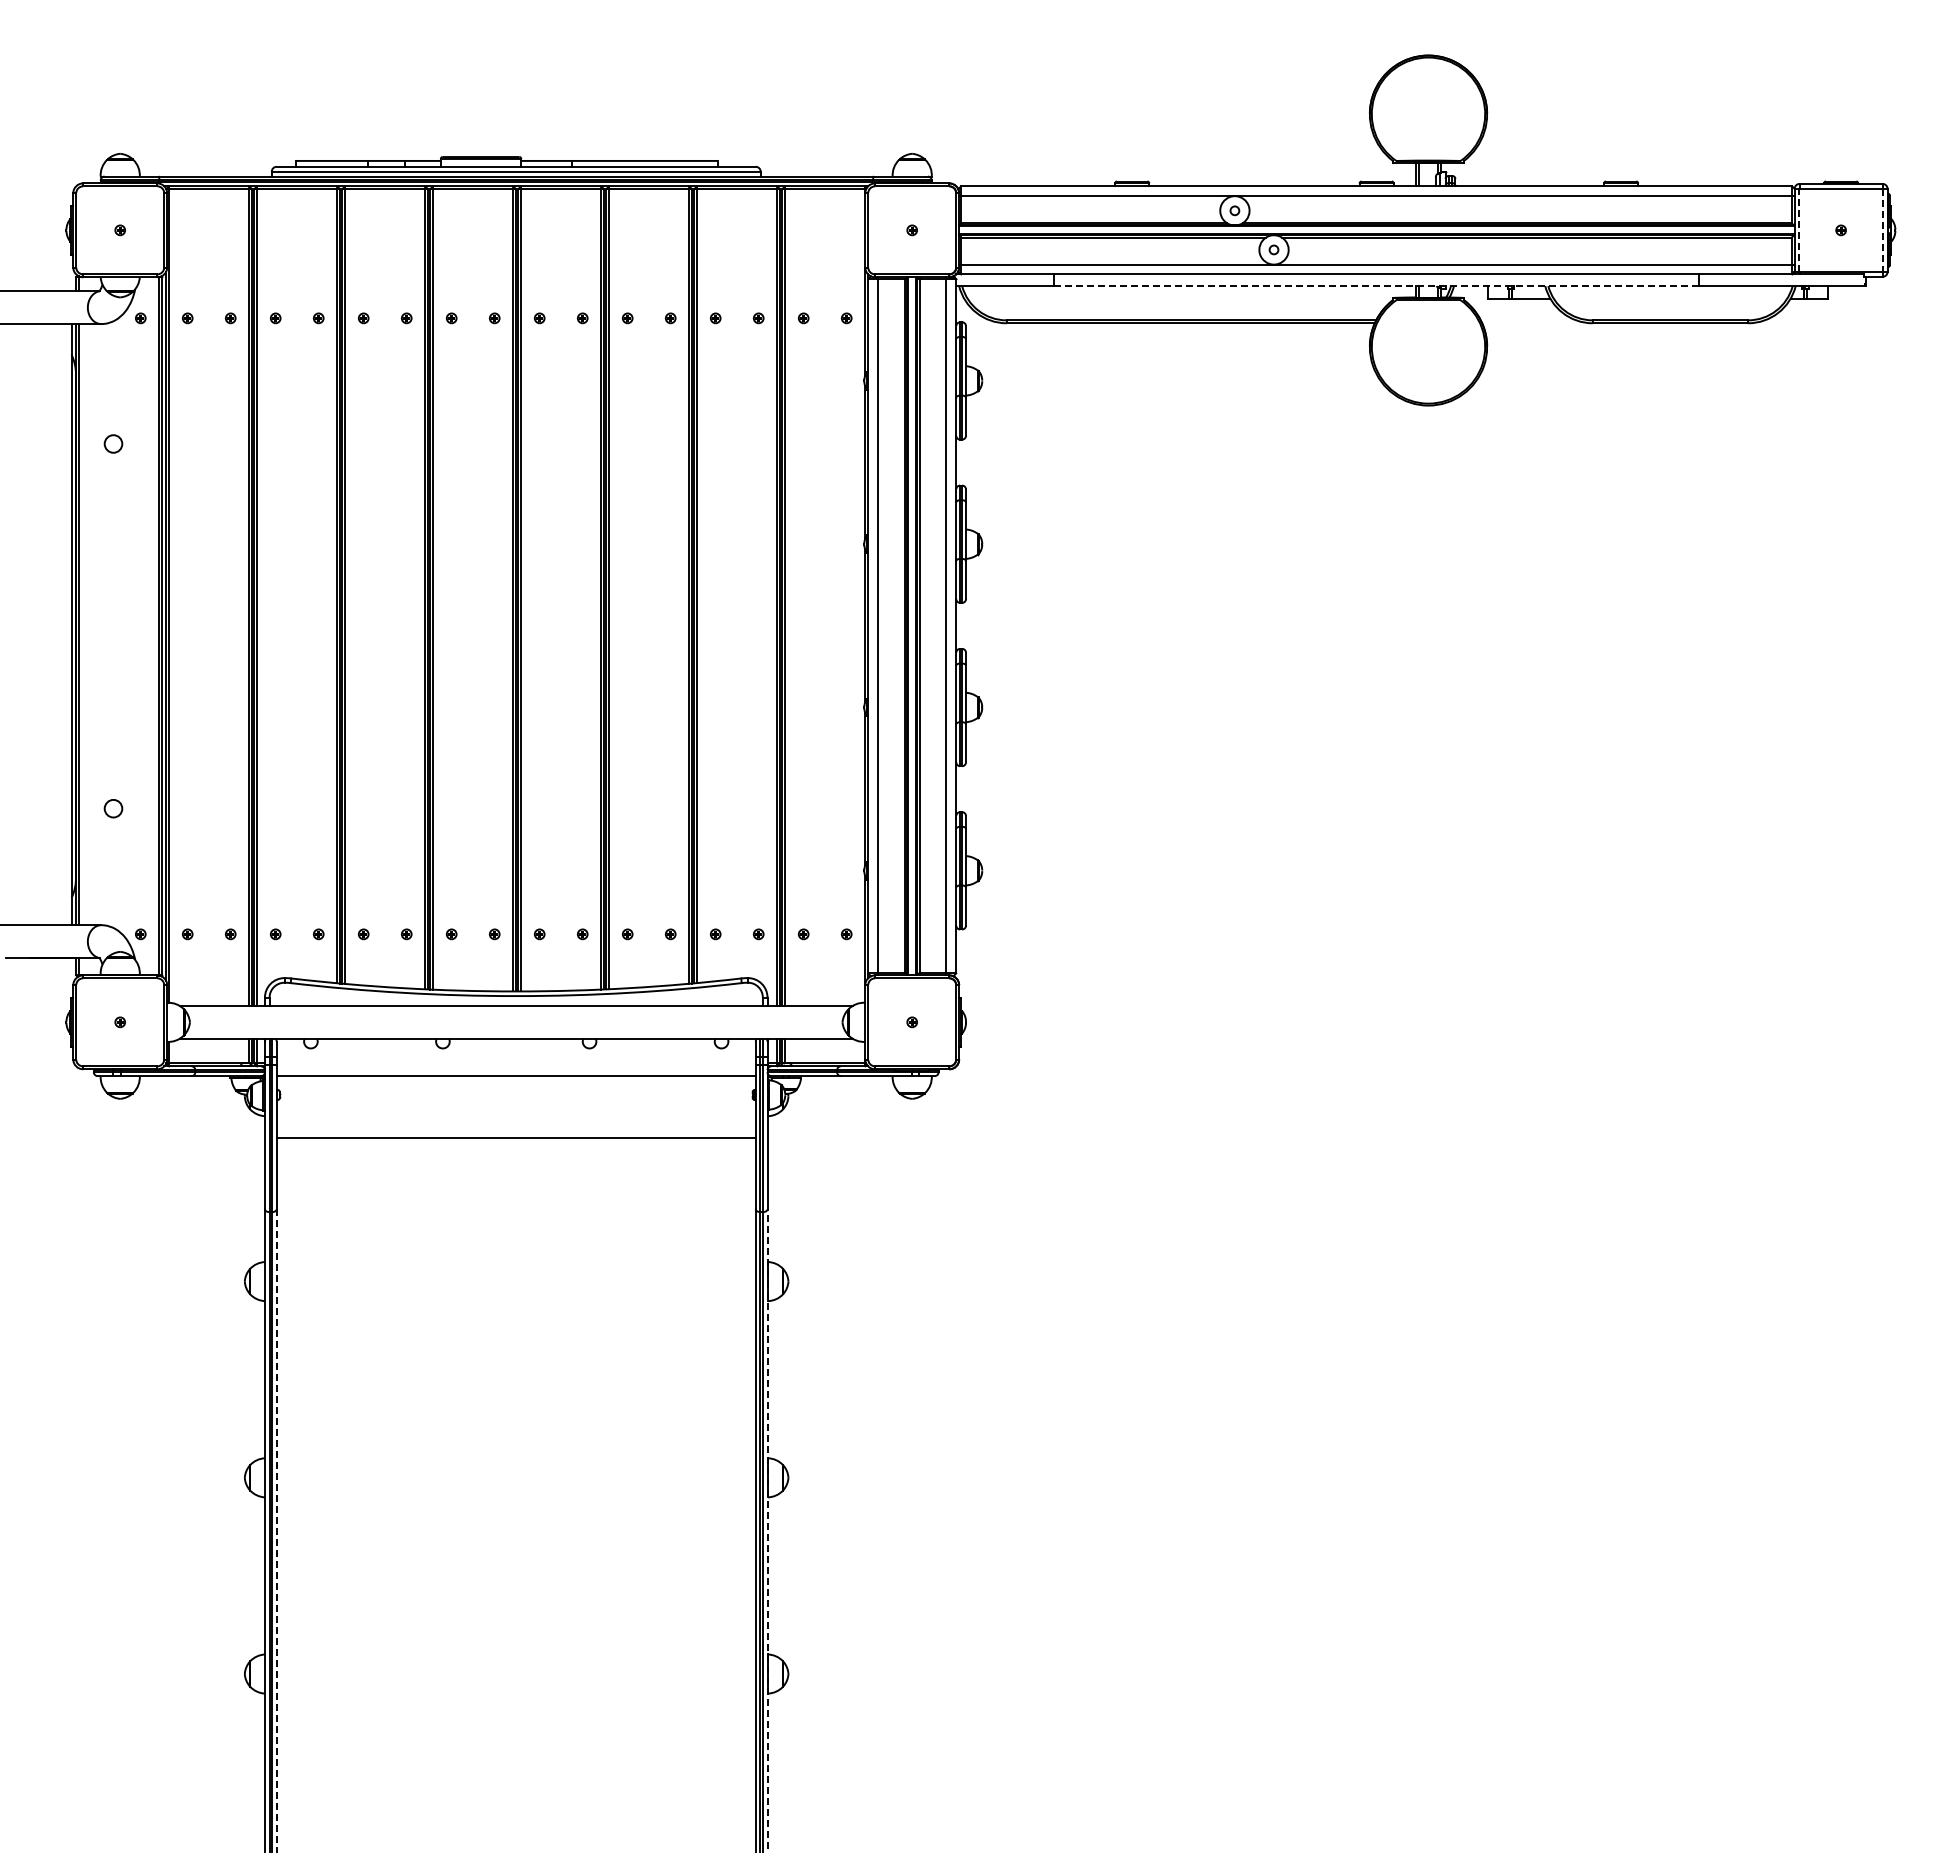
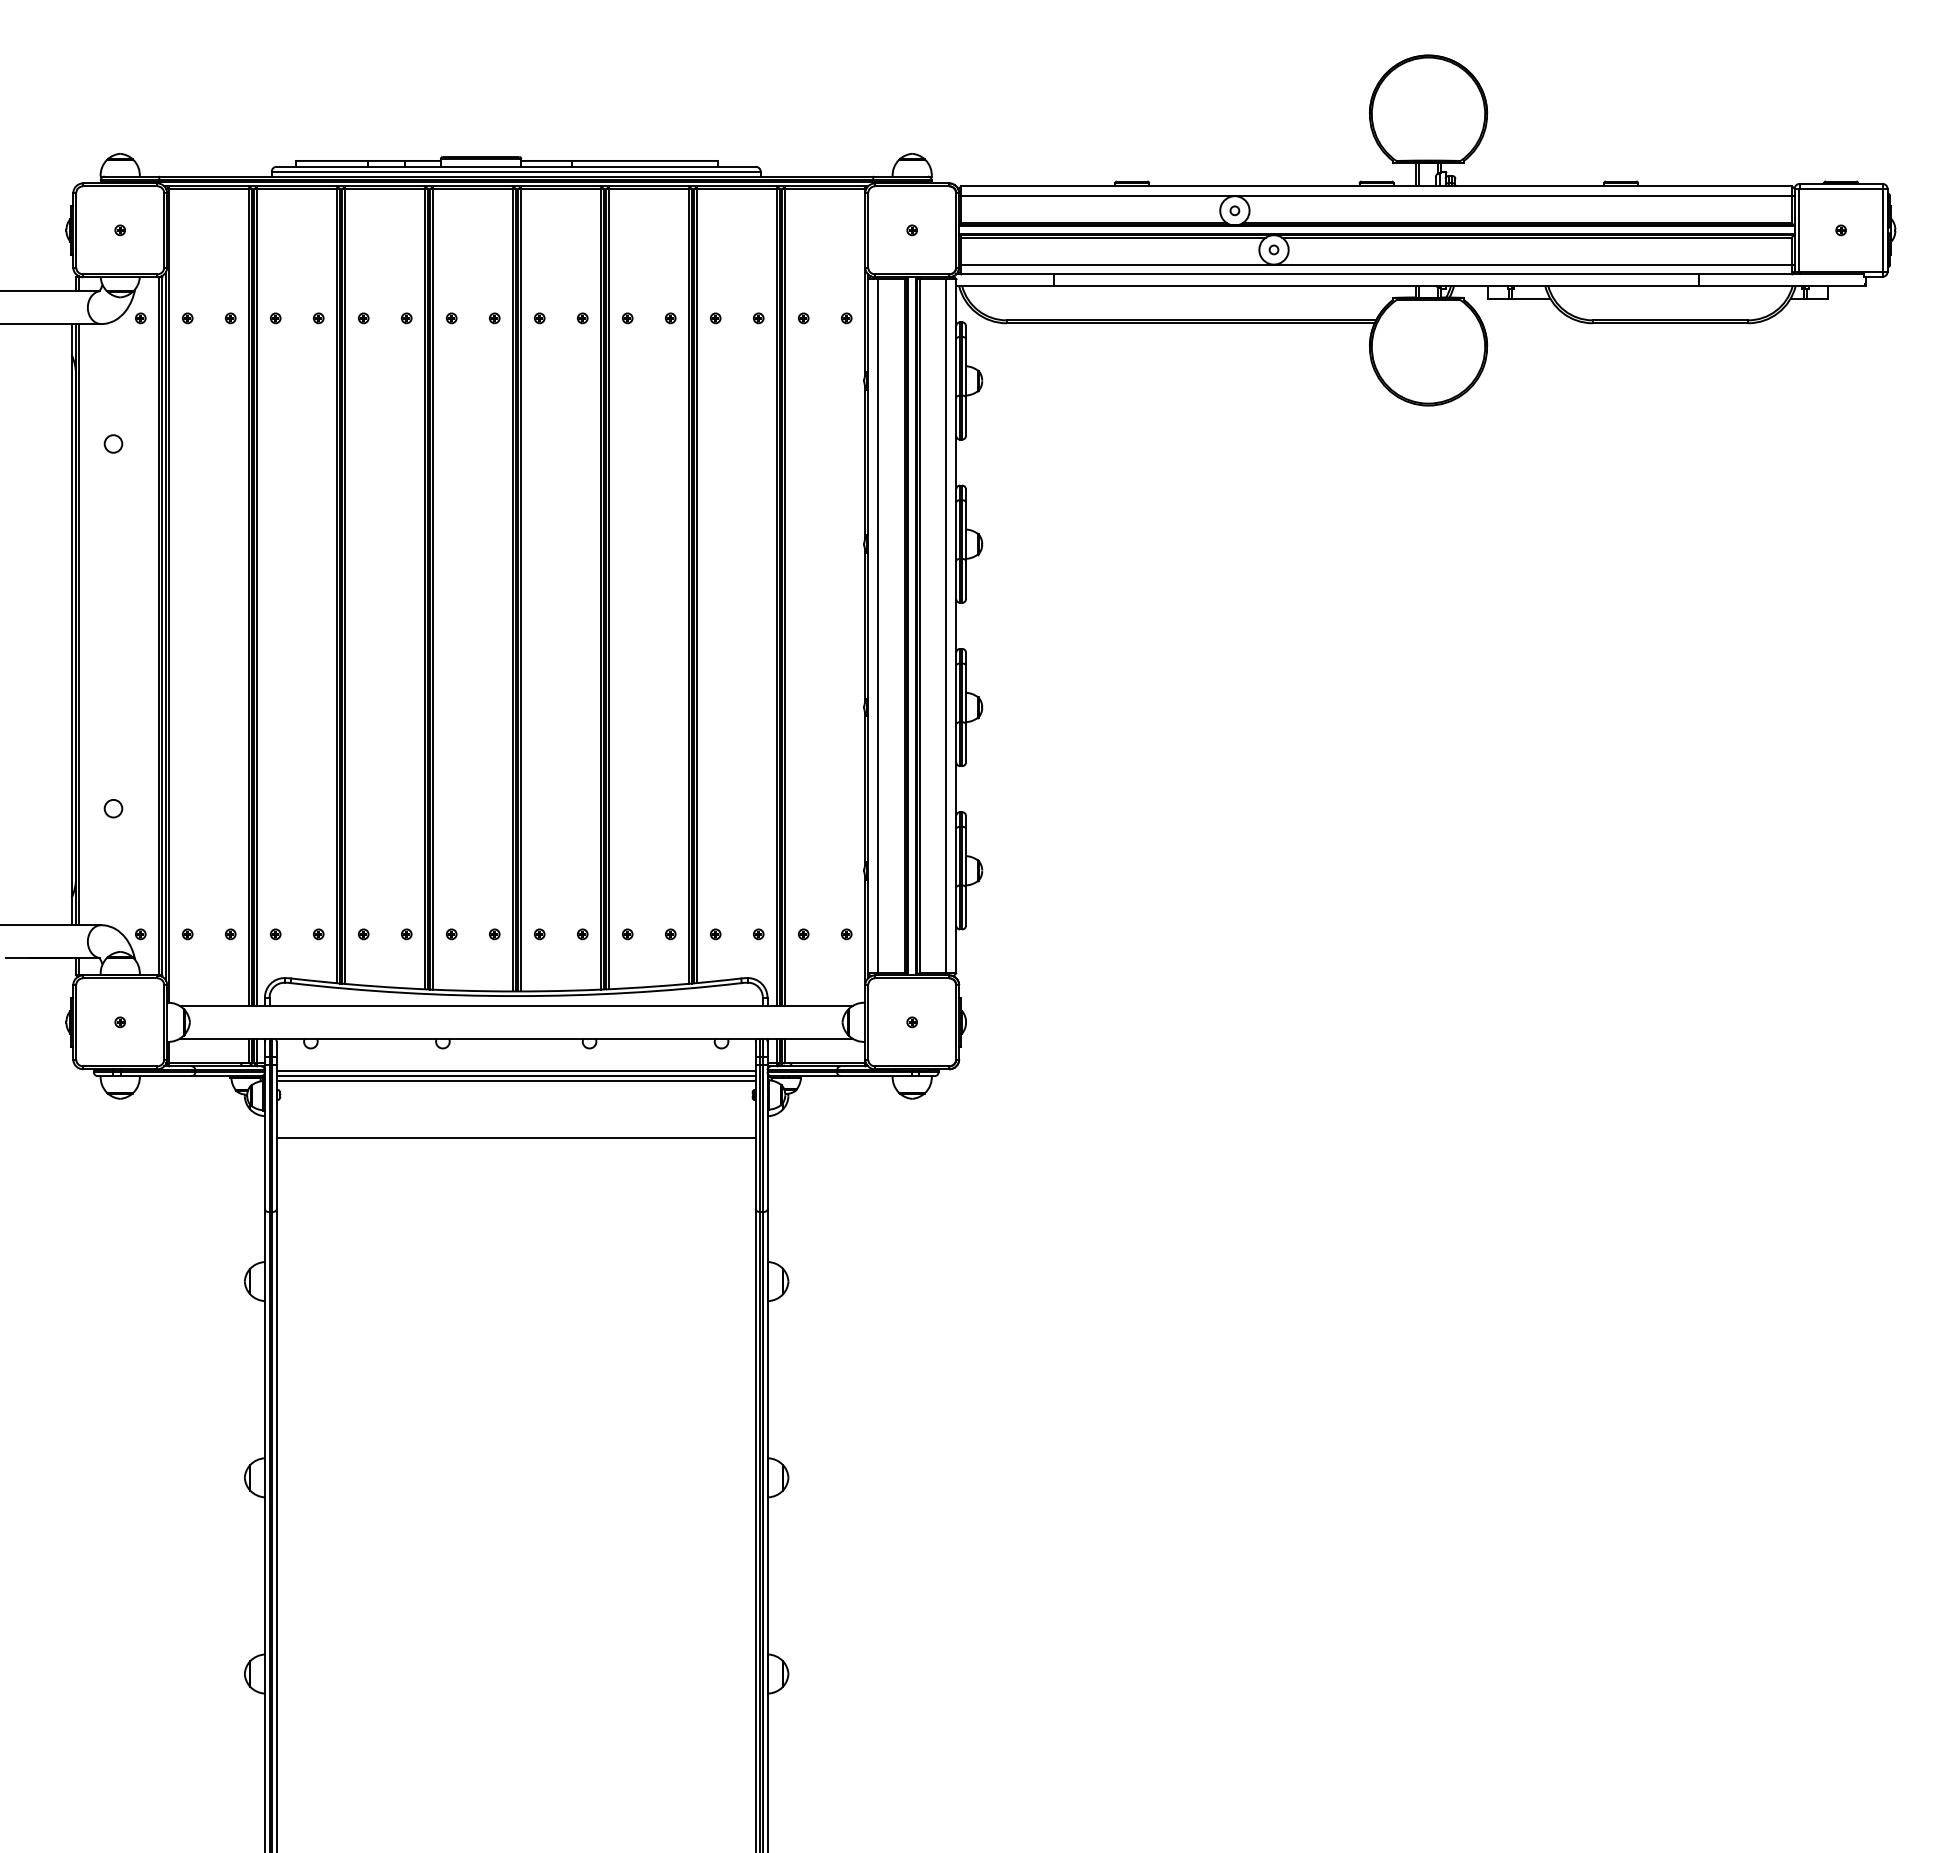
line at (1799, 230): dashed -> solid
line at (1882, 230): dashed -> solid
line at (1376, 286): dashed -> solid
line at (515, 1071): none -> present
line at (515, 1080): none -> present
line at (767, 1530): dashed -> solid
line at (276, 1531): dashed -> solid
